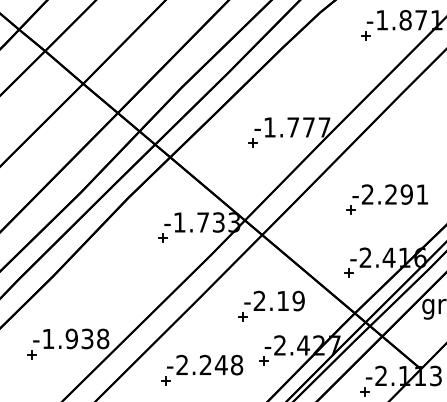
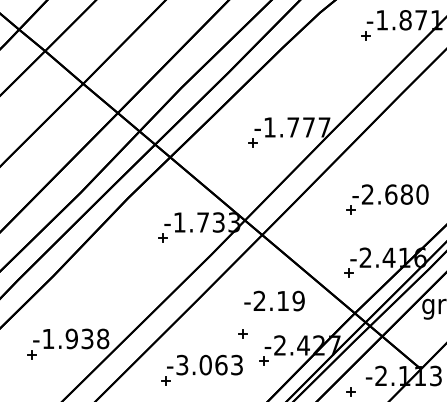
text at (406, 194): -2.291 -> -2.680
part at (242, 316) position: (242, 316) -> (242, 333)
text at (209, 364): -2.248 -> -3.063
part at (364, 391) position: (364, 391) -> (350, 391)
